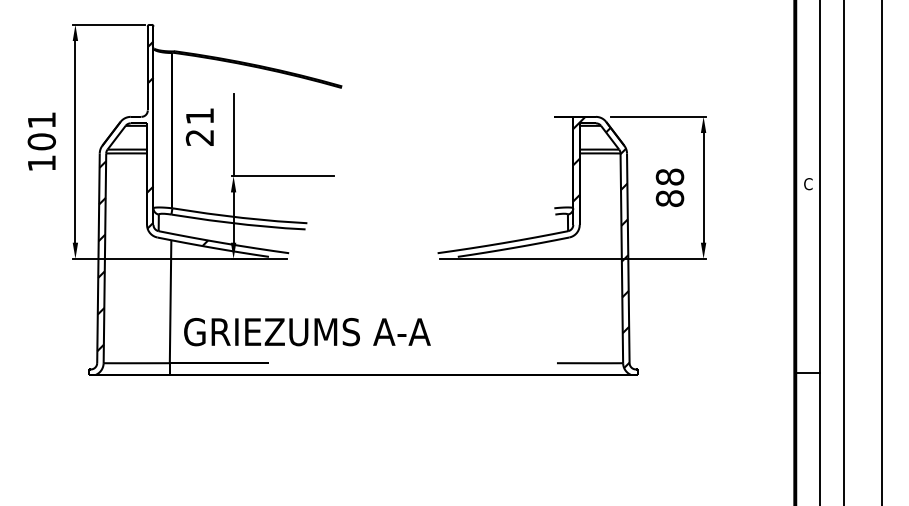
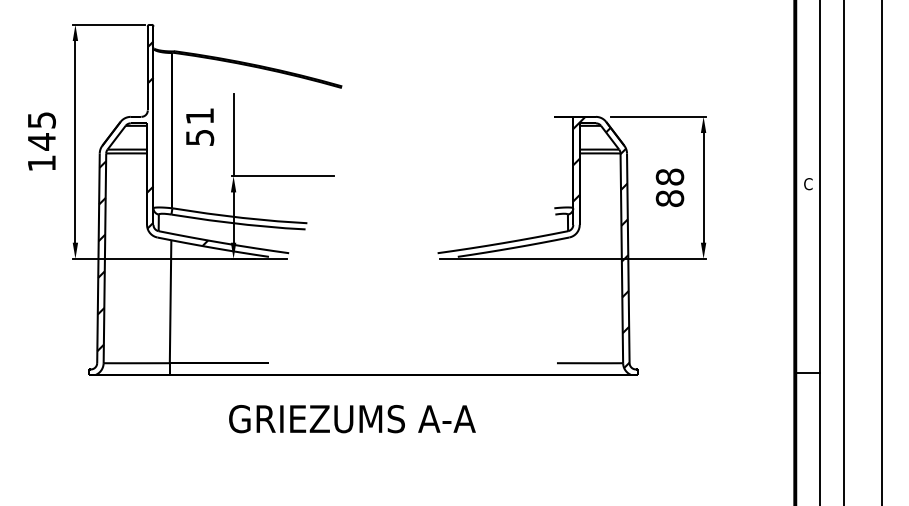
text at (41, 131): 101 -> 145
text at (199, 137): 21 -> 51
text at (307, 332) position: (307, 332) -> (352, 419)
